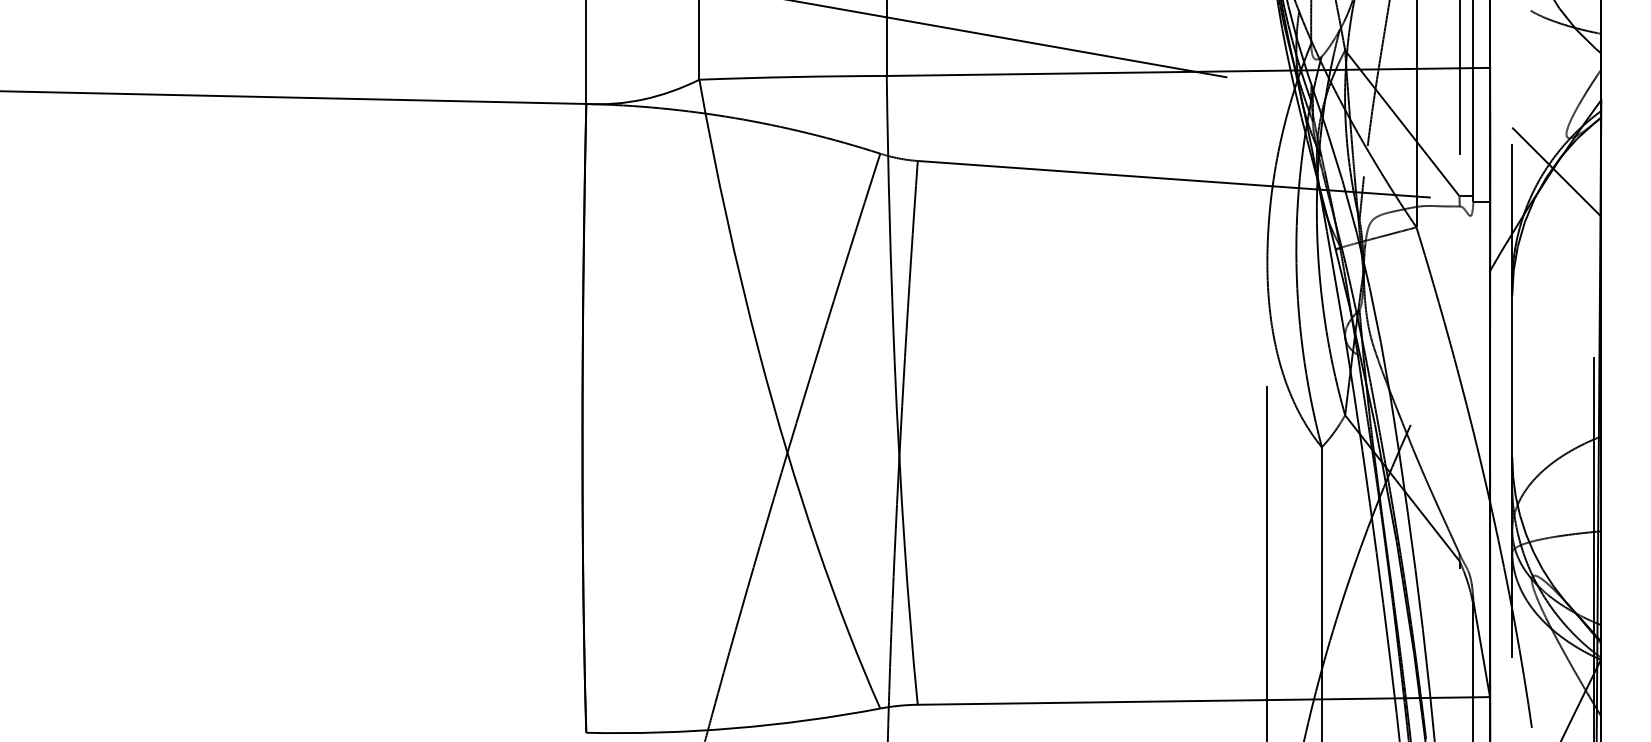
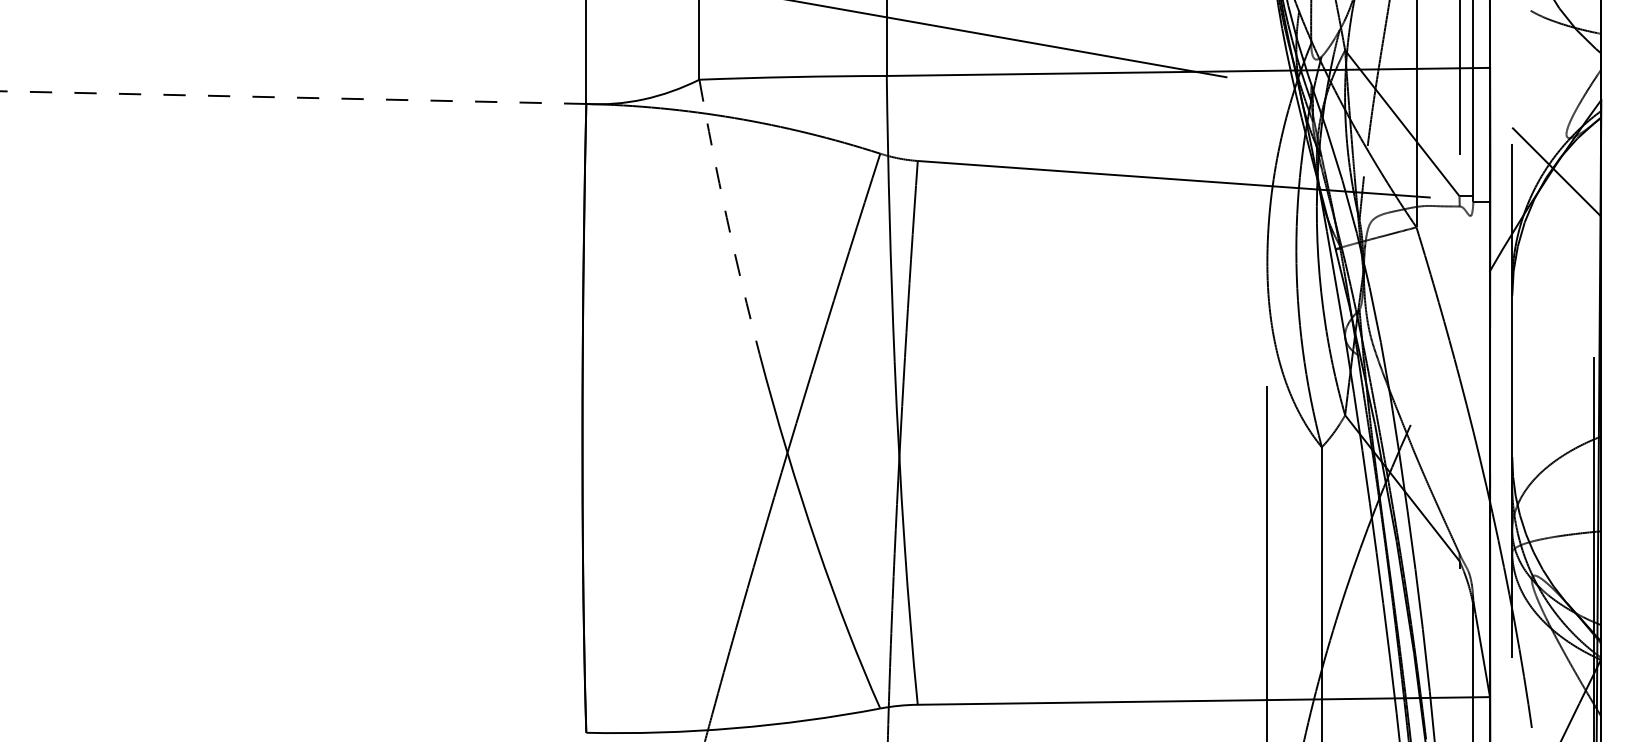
line at (293, 97): solid -> dashed
arc at (726, 217): solid -> dashed
